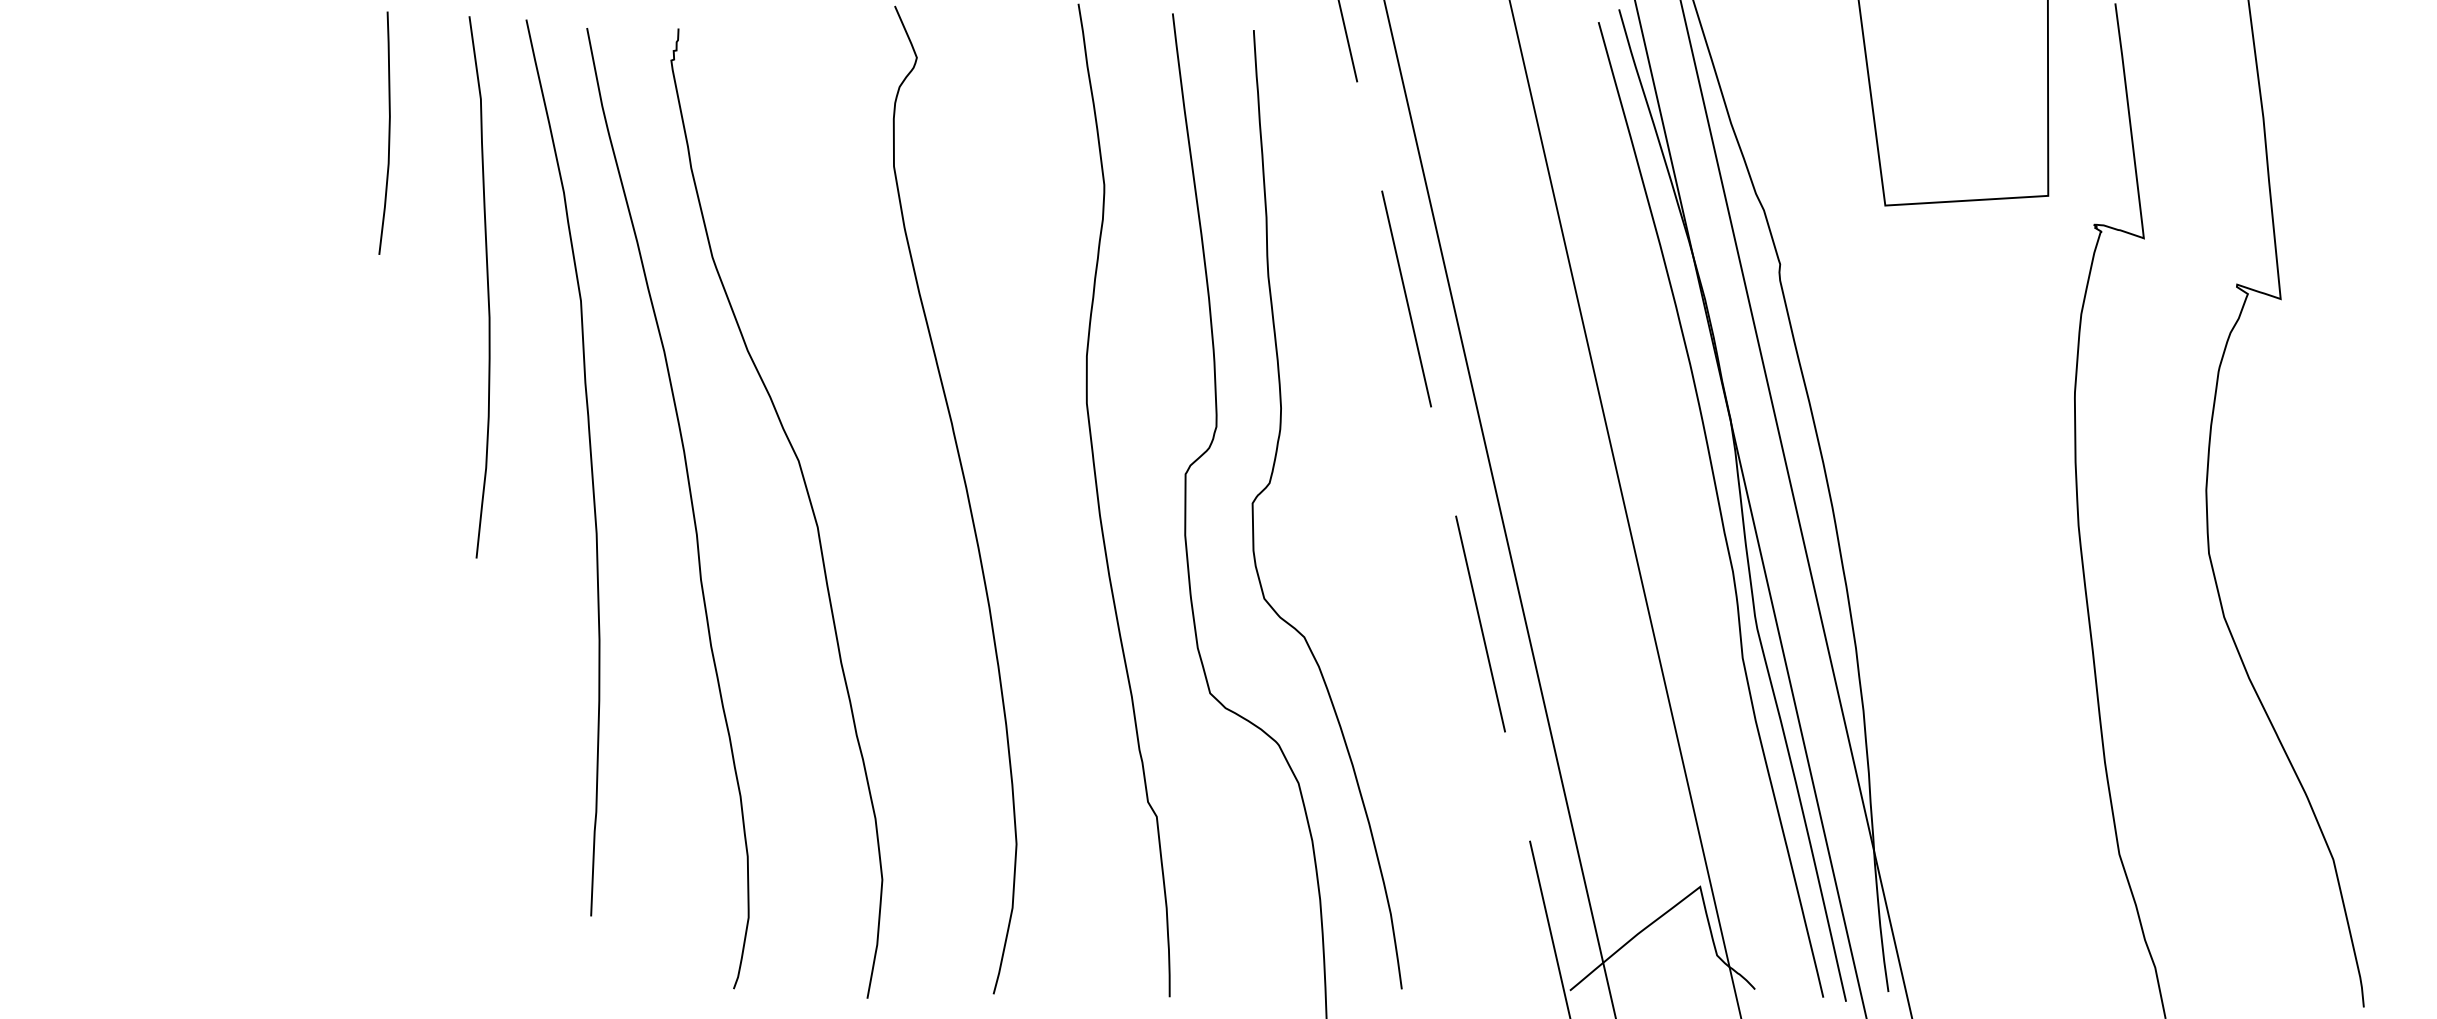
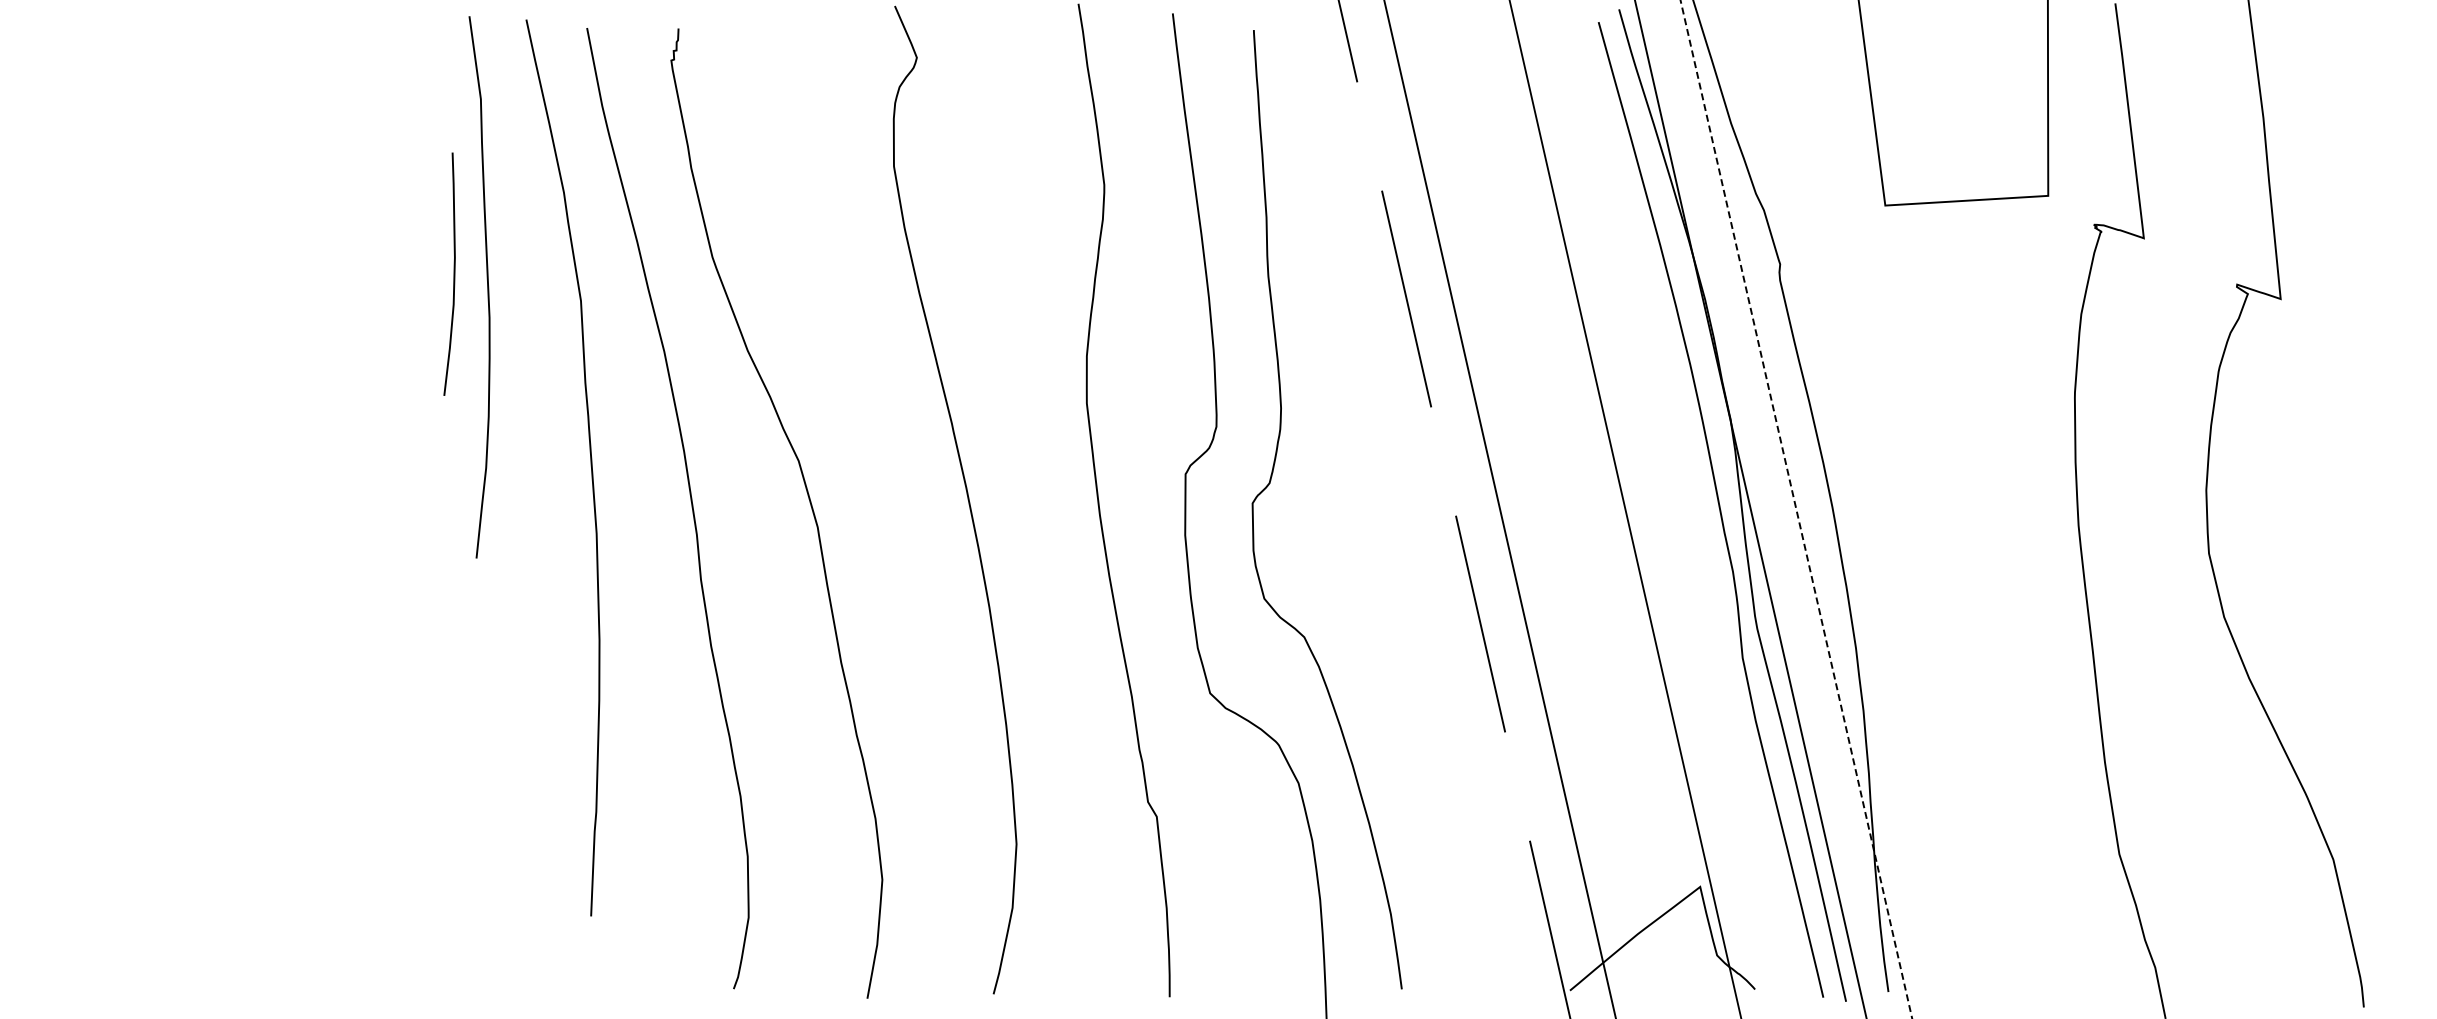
curve at (388, 132) position: (388, 132) -> (453, 273)
line at (1796, 509): solid -> dashed
